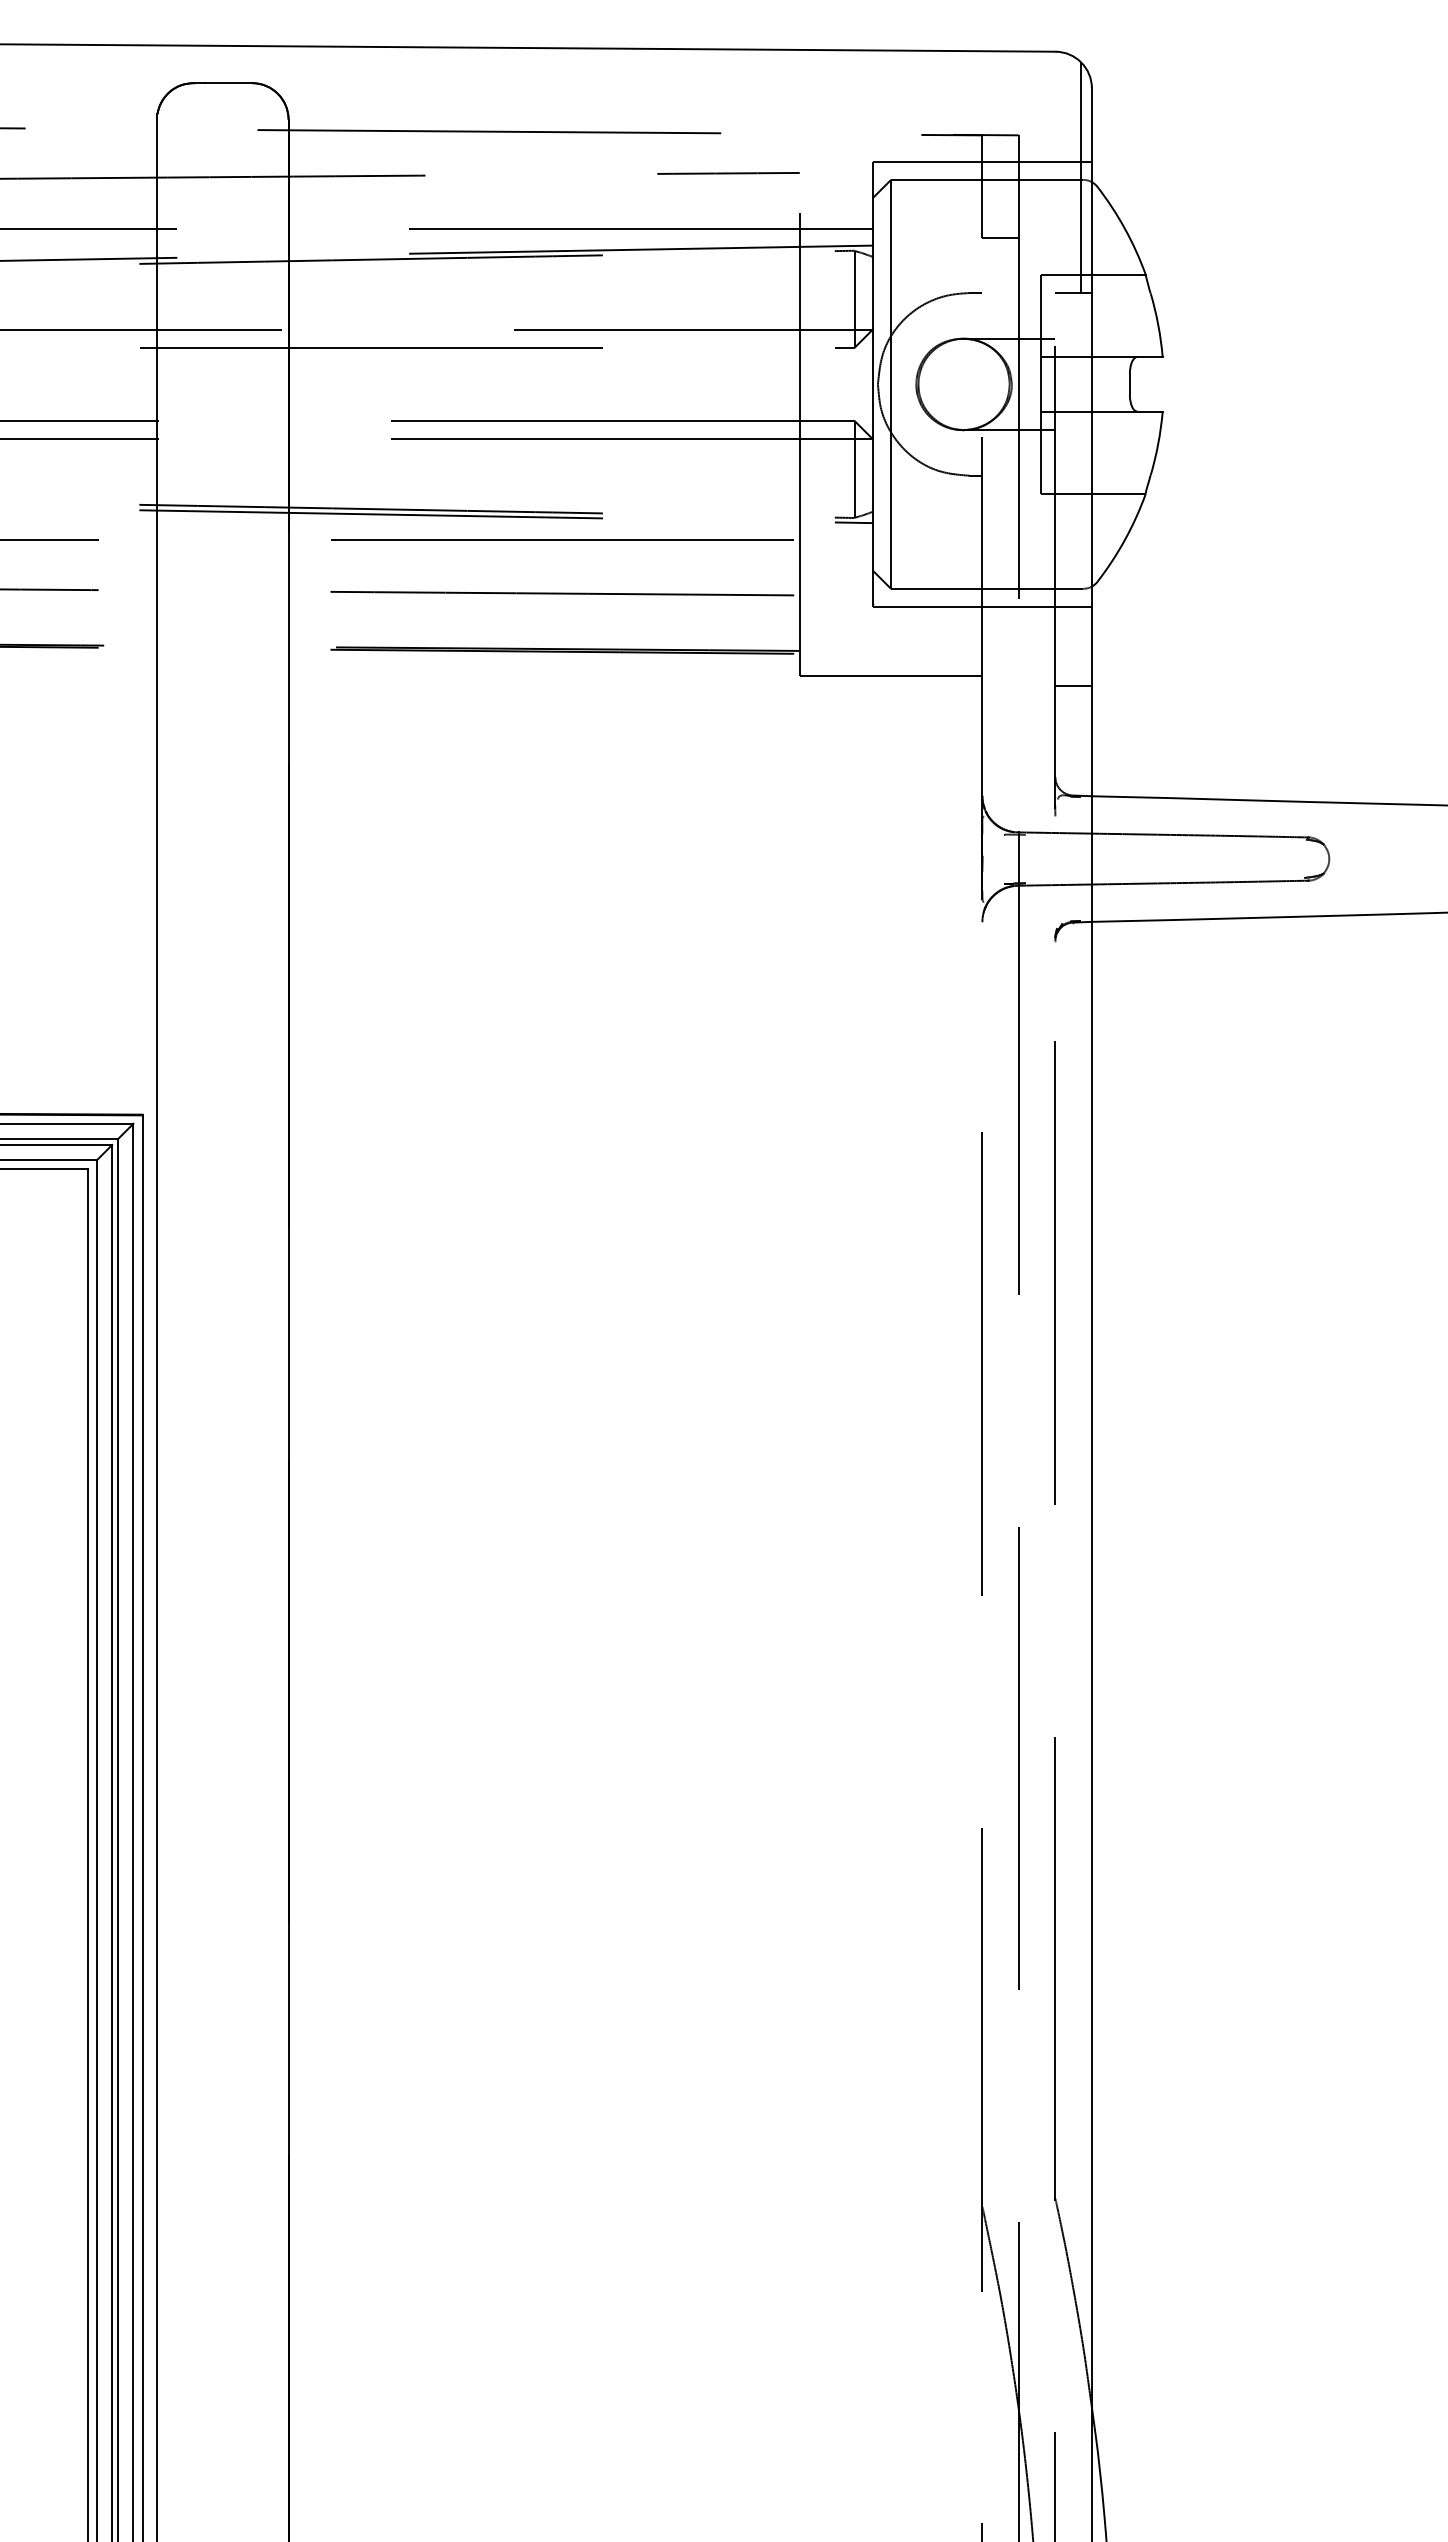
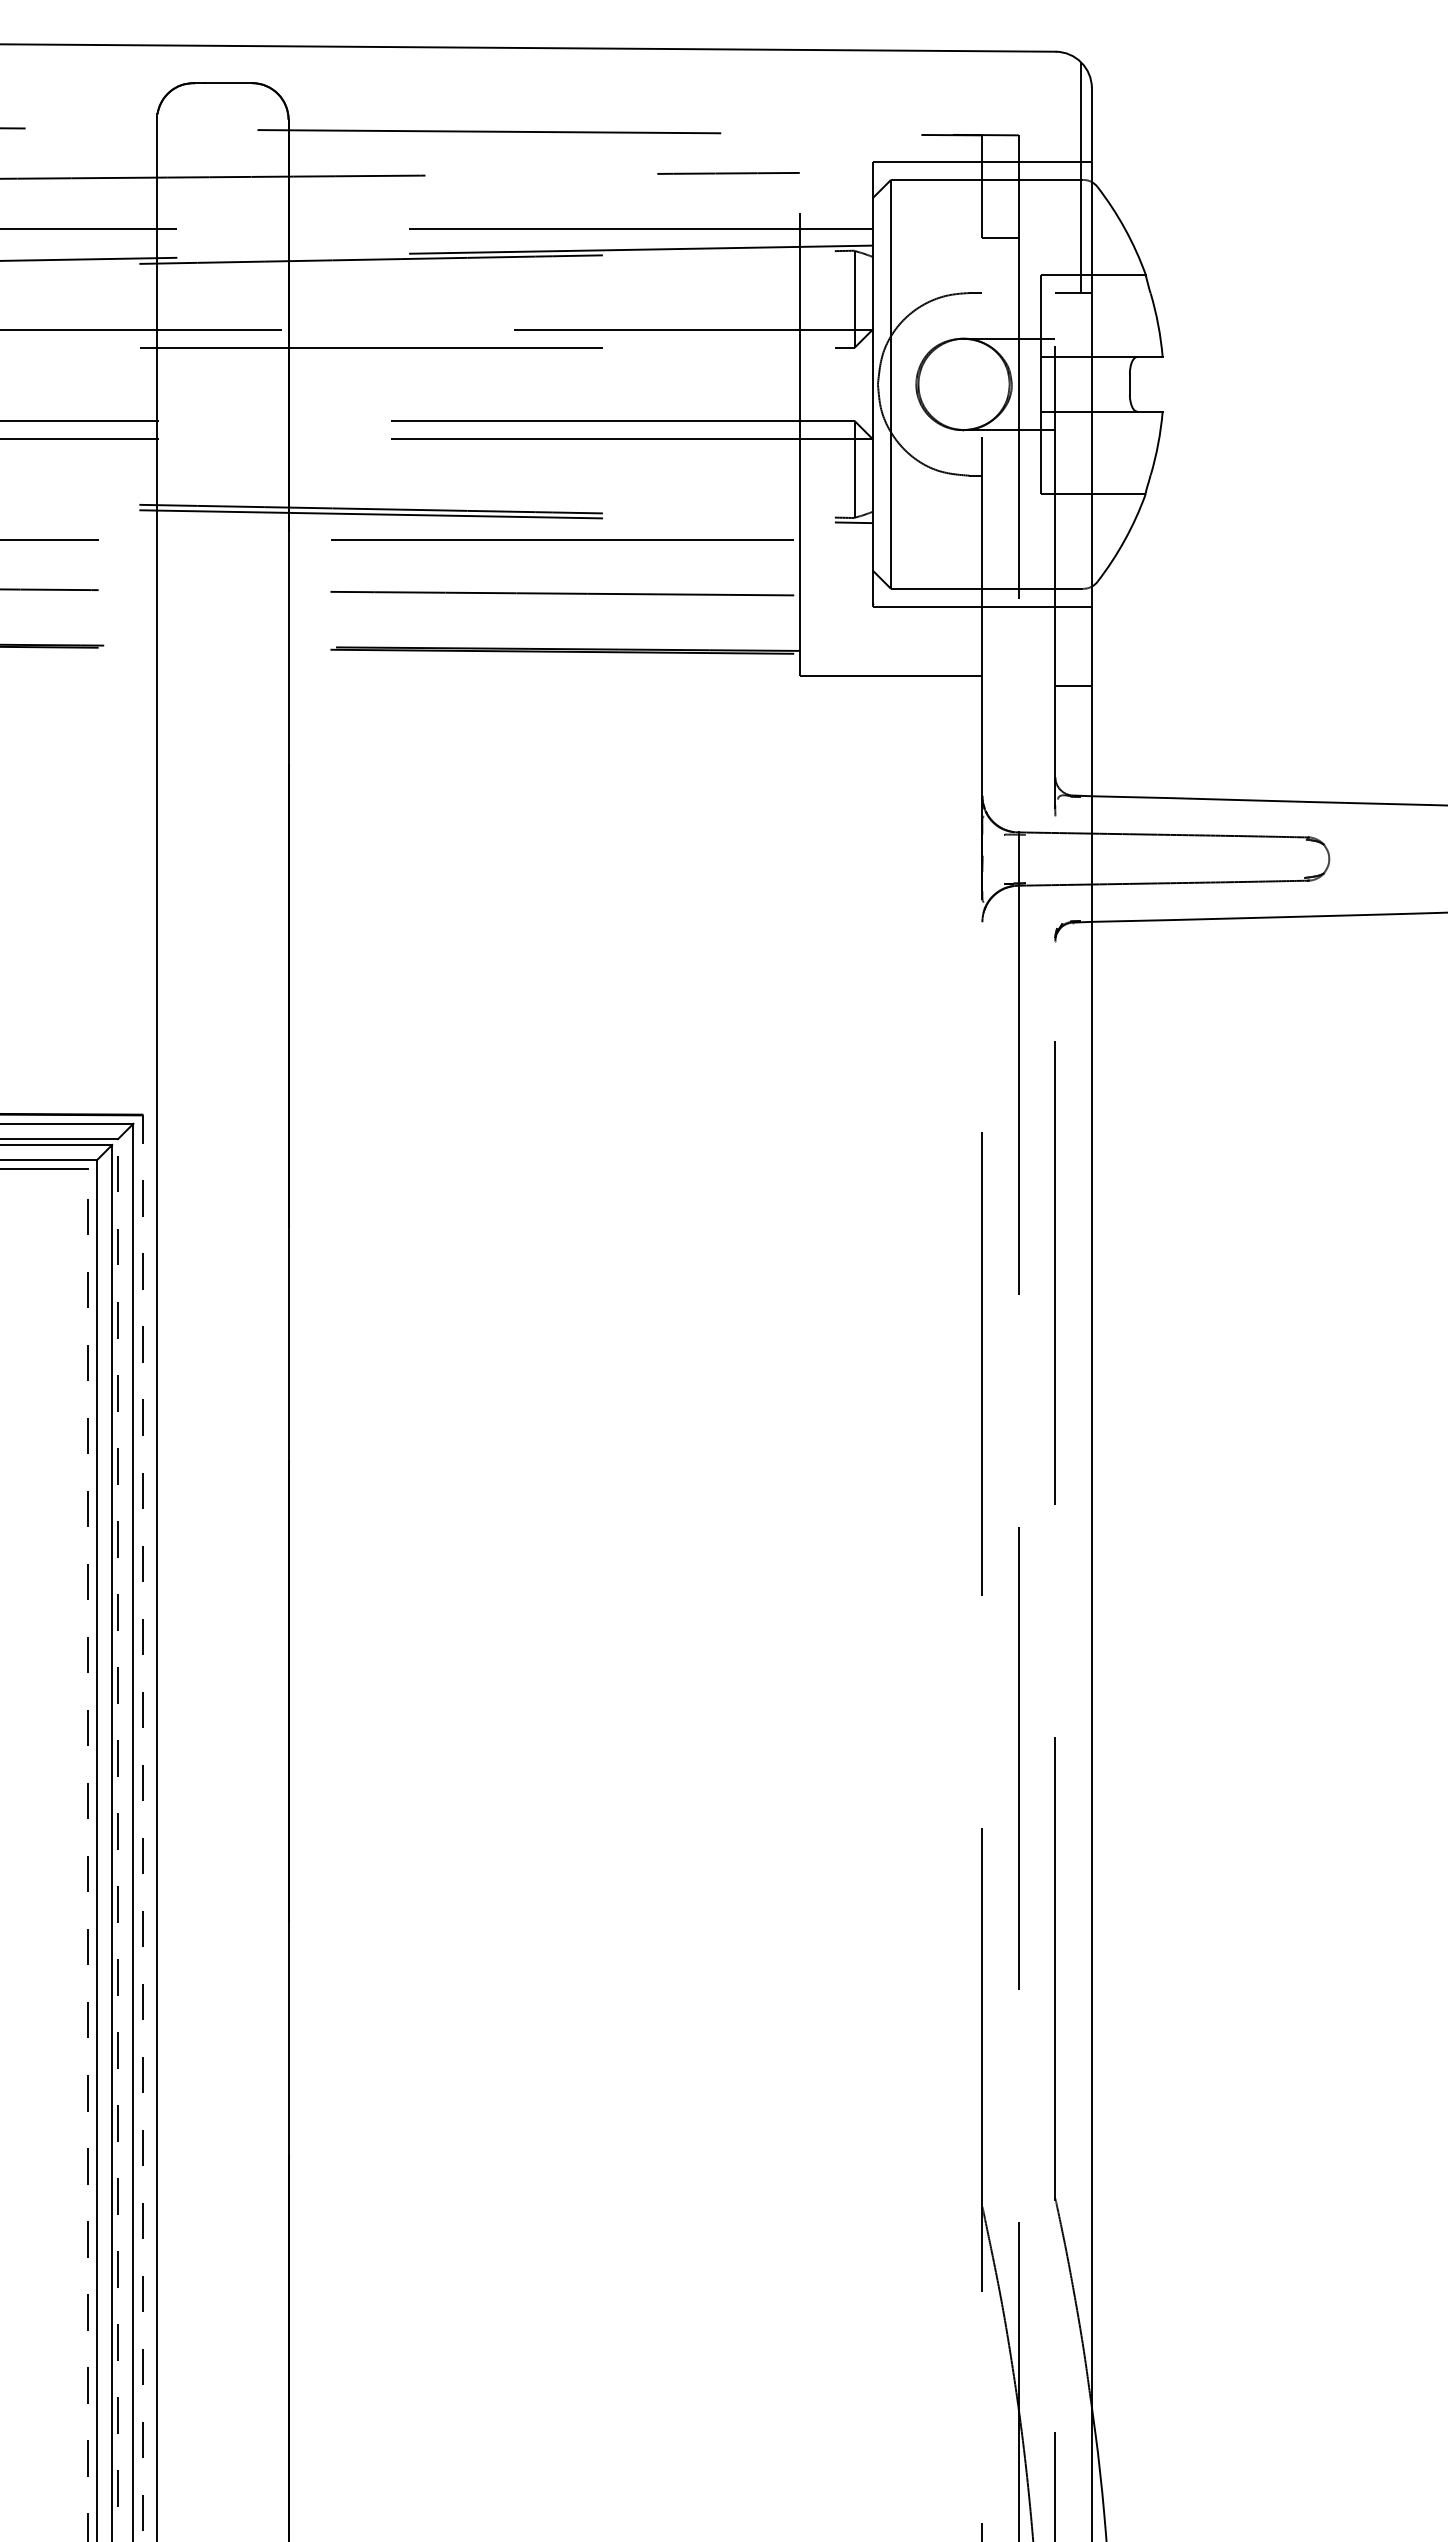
line at (142, 1827): solid -> dashed
line at (118, 1839): solid -> dashed
line at (87, 1855): solid -> dashed
